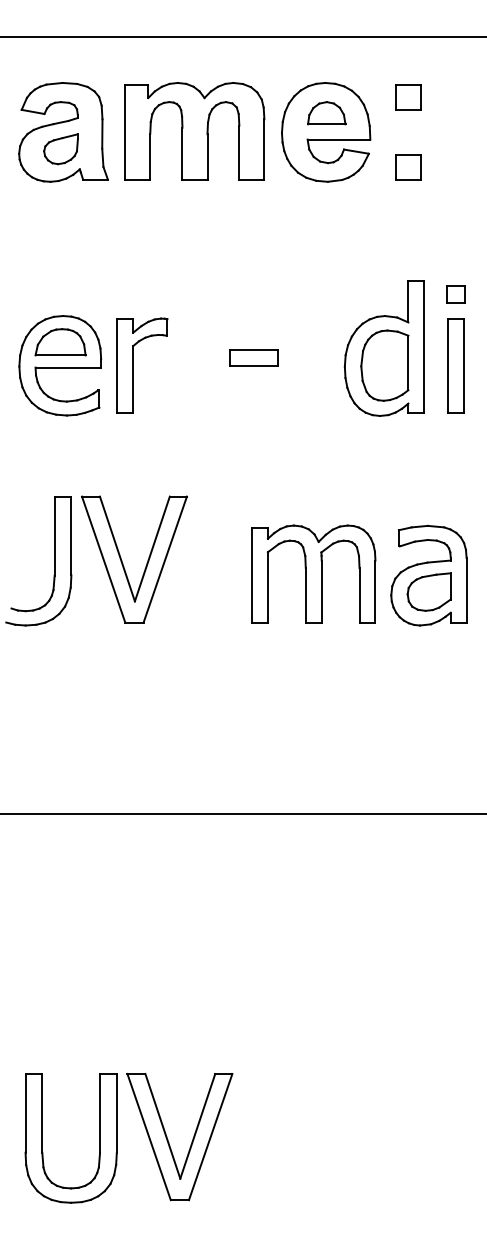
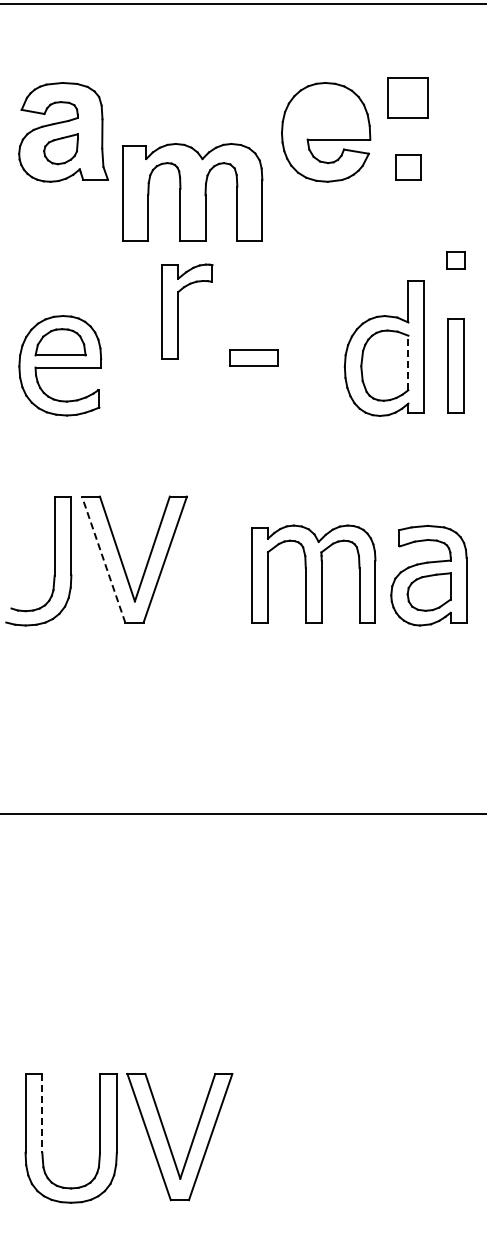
line at (242, 37) position: (242, 37) -> (242, 4)
part at (408, 97) size: 27x27 px -> 42x42 px
part at (326, 113): present -> none
part at (194, 131) position: (194, 131) -> (192, 192)
part at (455, 294) position: (455, 294) -> (455, 260)
line at (408, 362): solid -> dashed
part at (133, 365) position: (133, 365) -> (178, 311)
line at (103, 559): solid -> dashed
line at (42, 1113): solid -> dashed
